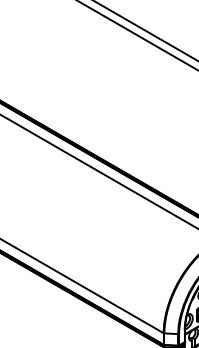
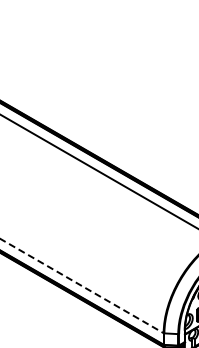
line at (145, 30): present -> none
line at (137, 35): present -> none
line at (82, 286): solid -> dashed
